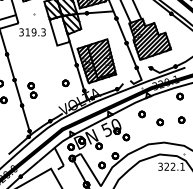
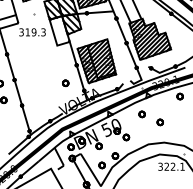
part at (32, 90): present -> none
part at (181, 119): present -> none
